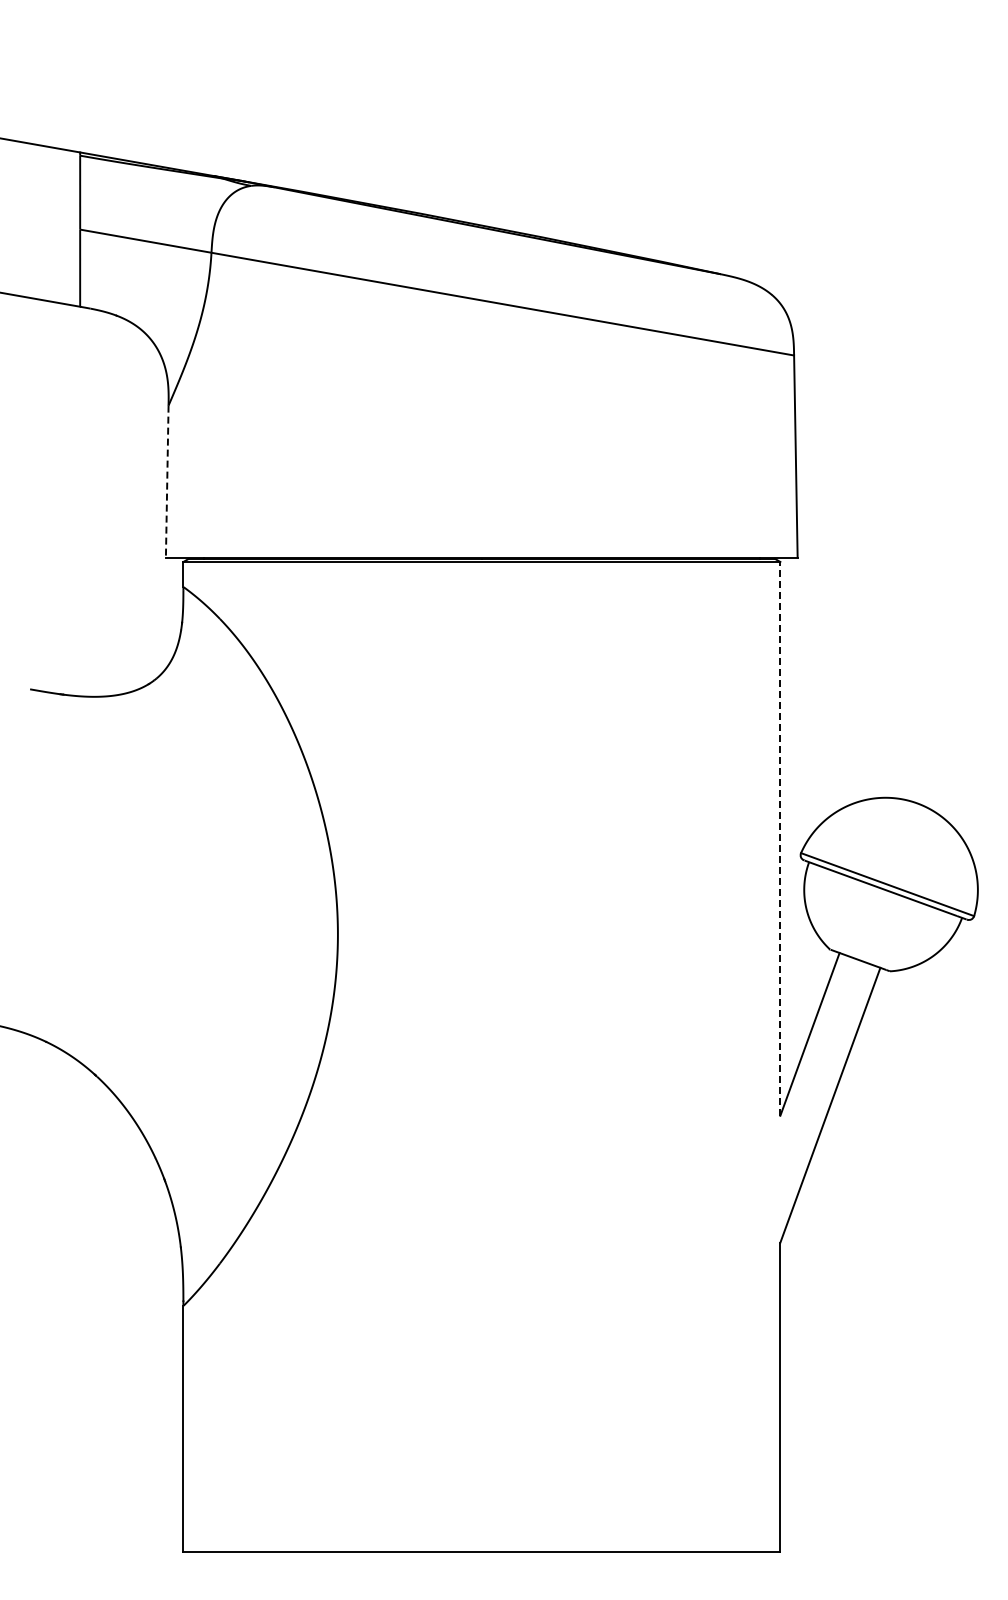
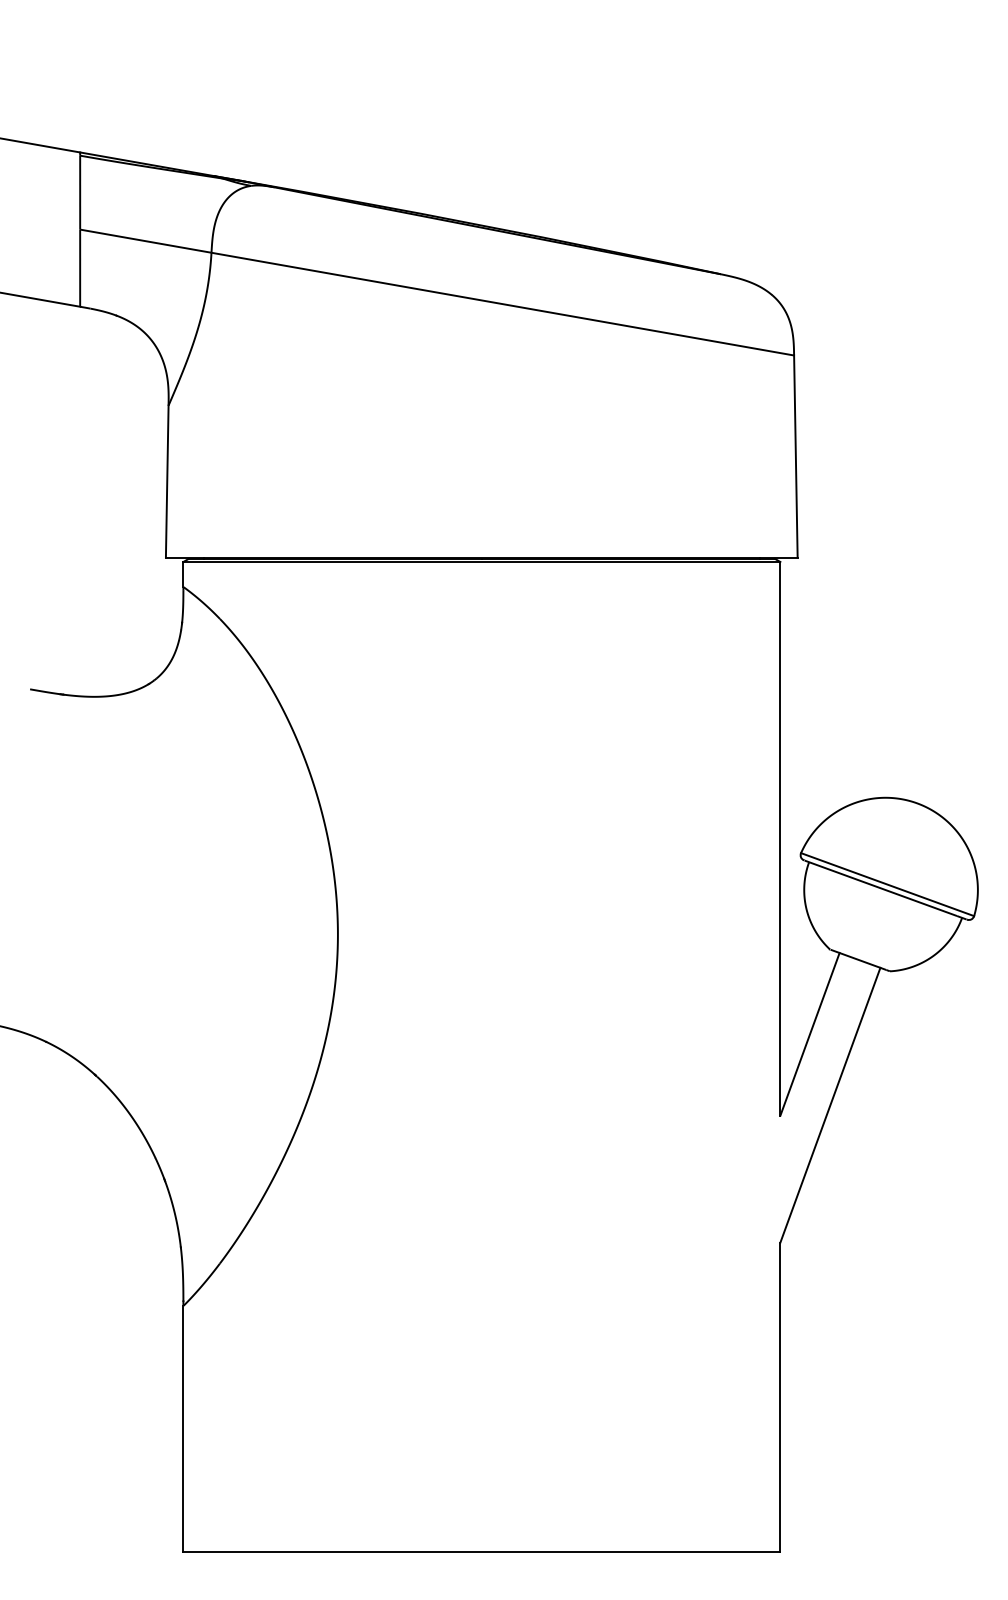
line at (167, 481): dashed -> solid
line at (780, 838): dashed -> solid
